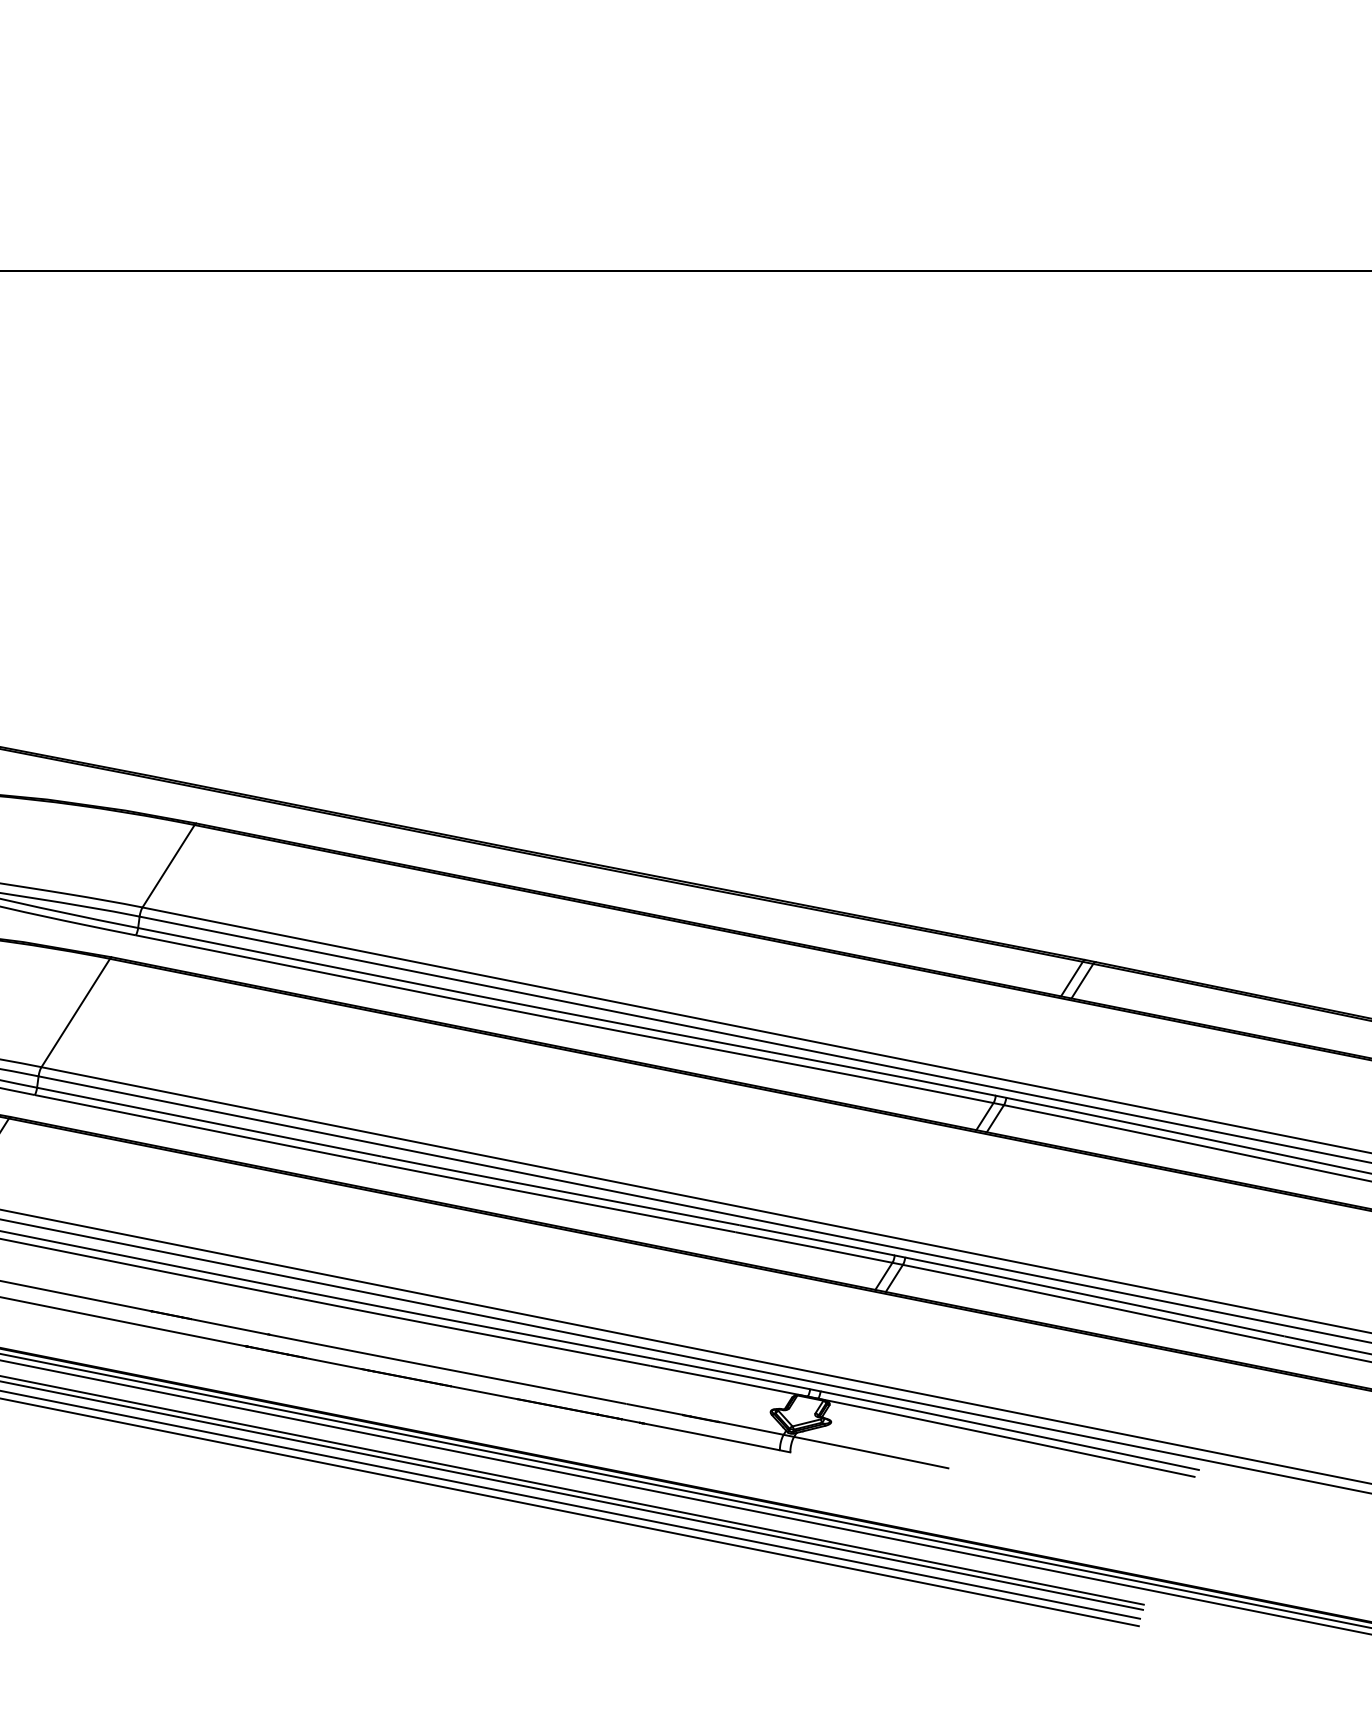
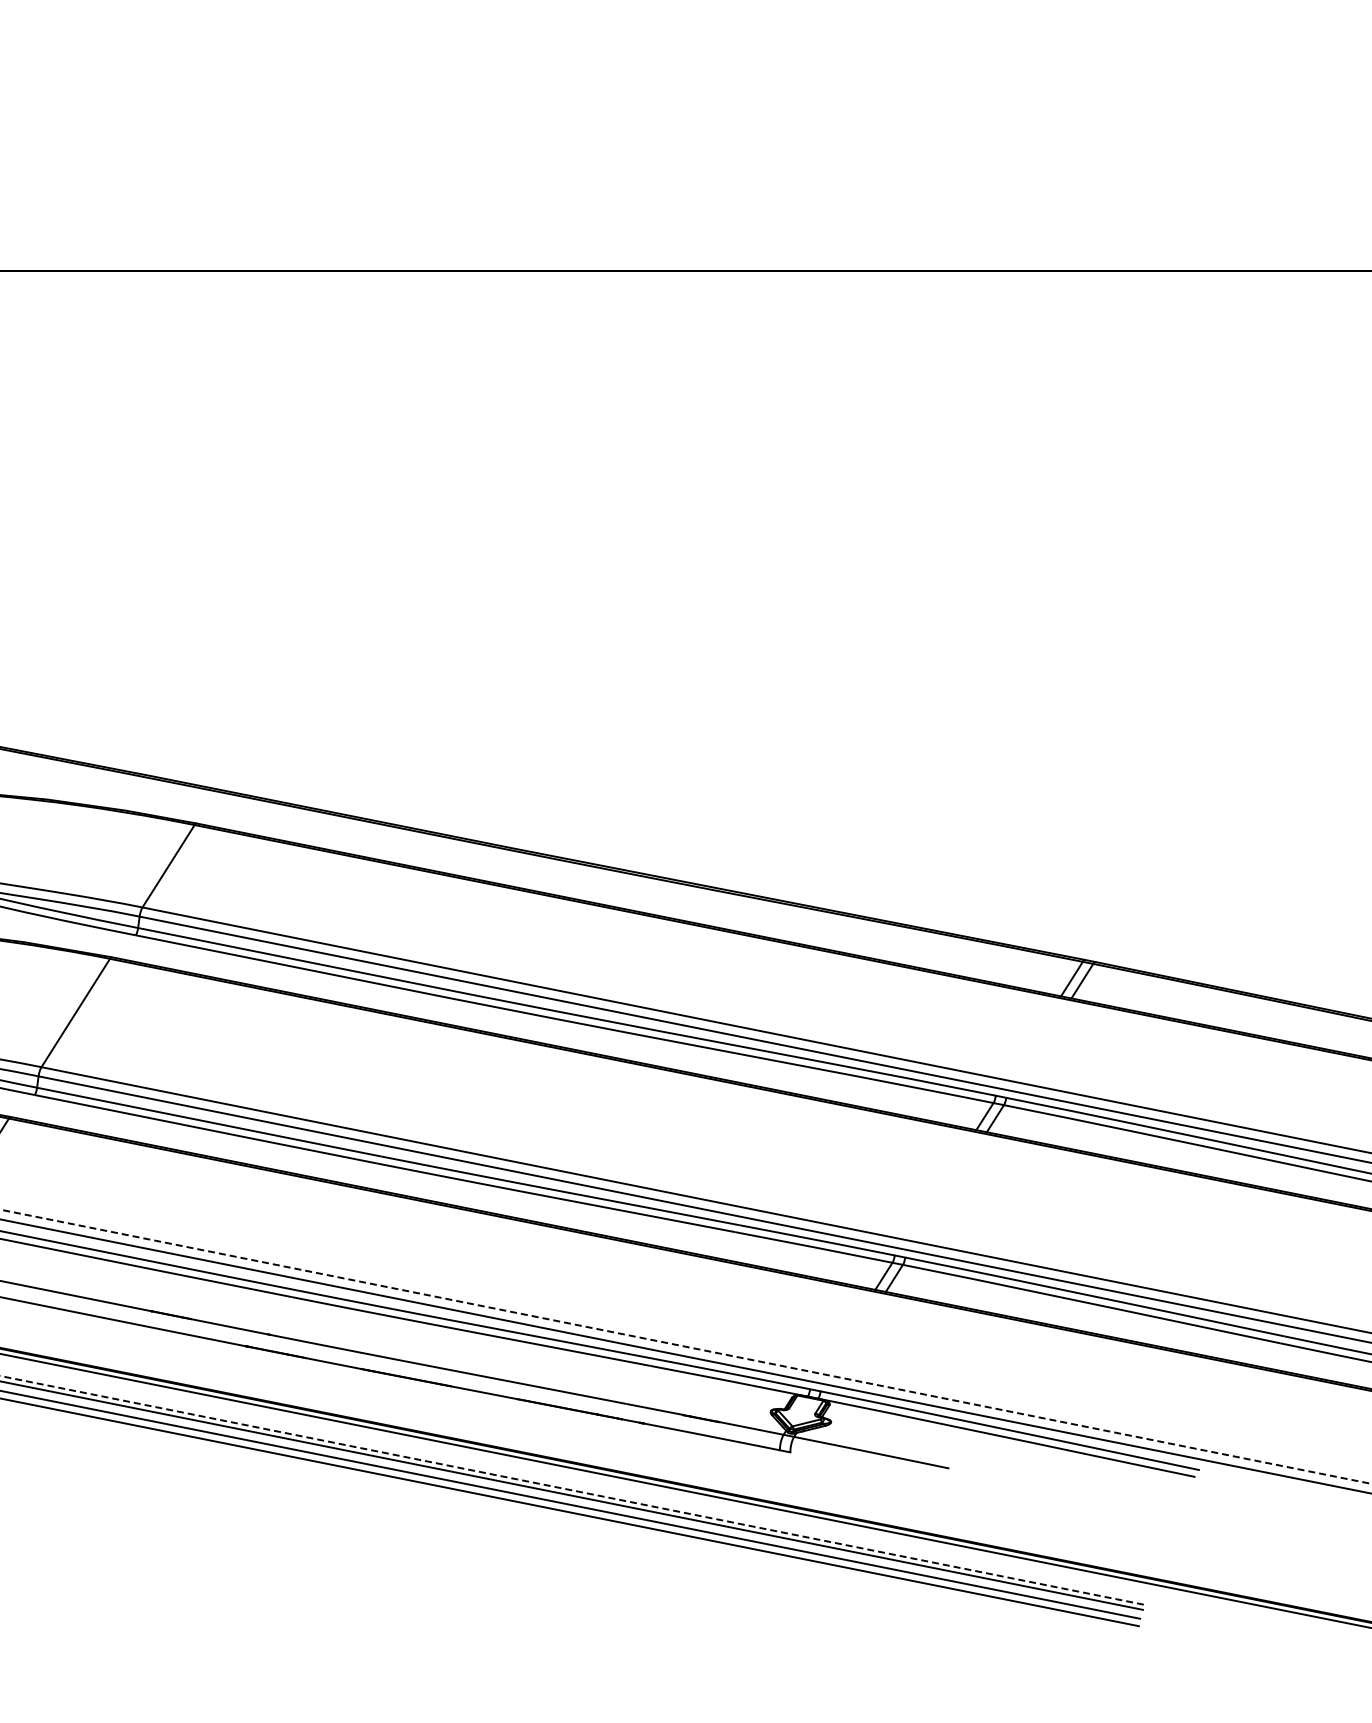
line at (686, 1346): solid -> dashed
line at (572, 1490): solid -> dashed
line at (685, 1497): present -> none
